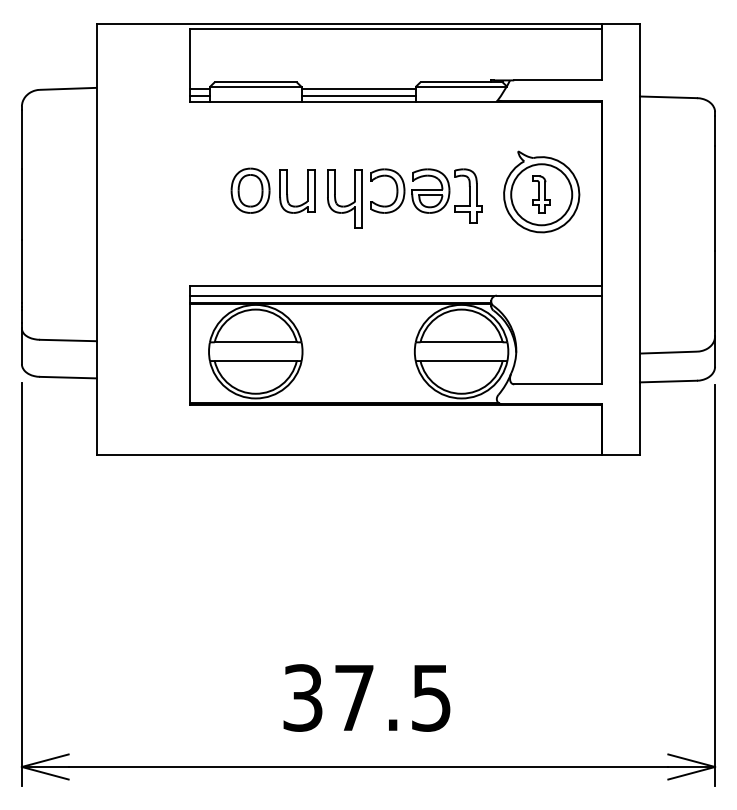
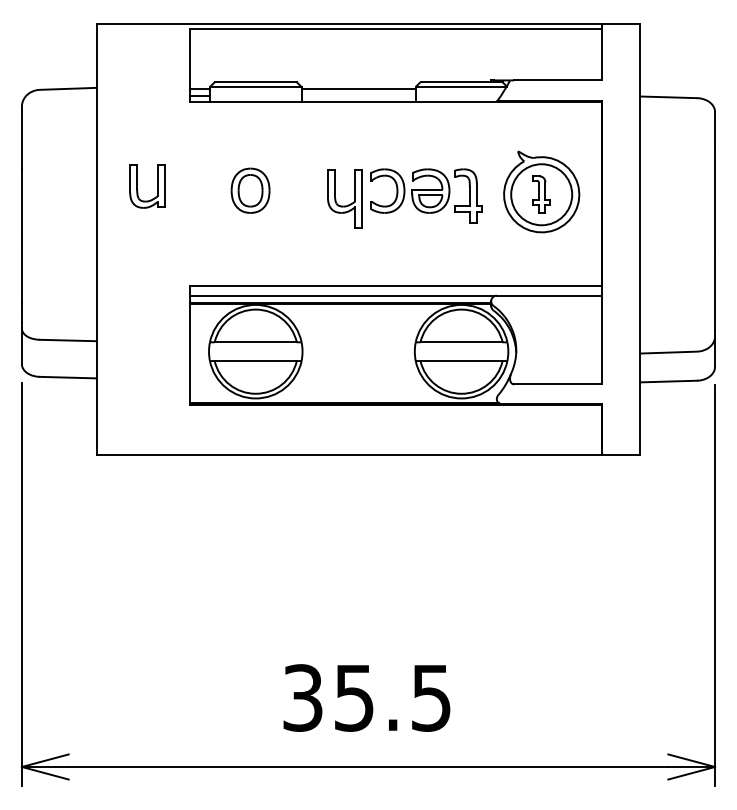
line at (358, 95): present -> none
part at (287, 191) position: (287, 191) -> (137, 186)
text at (354, 698): 37.5 -> 35.5
